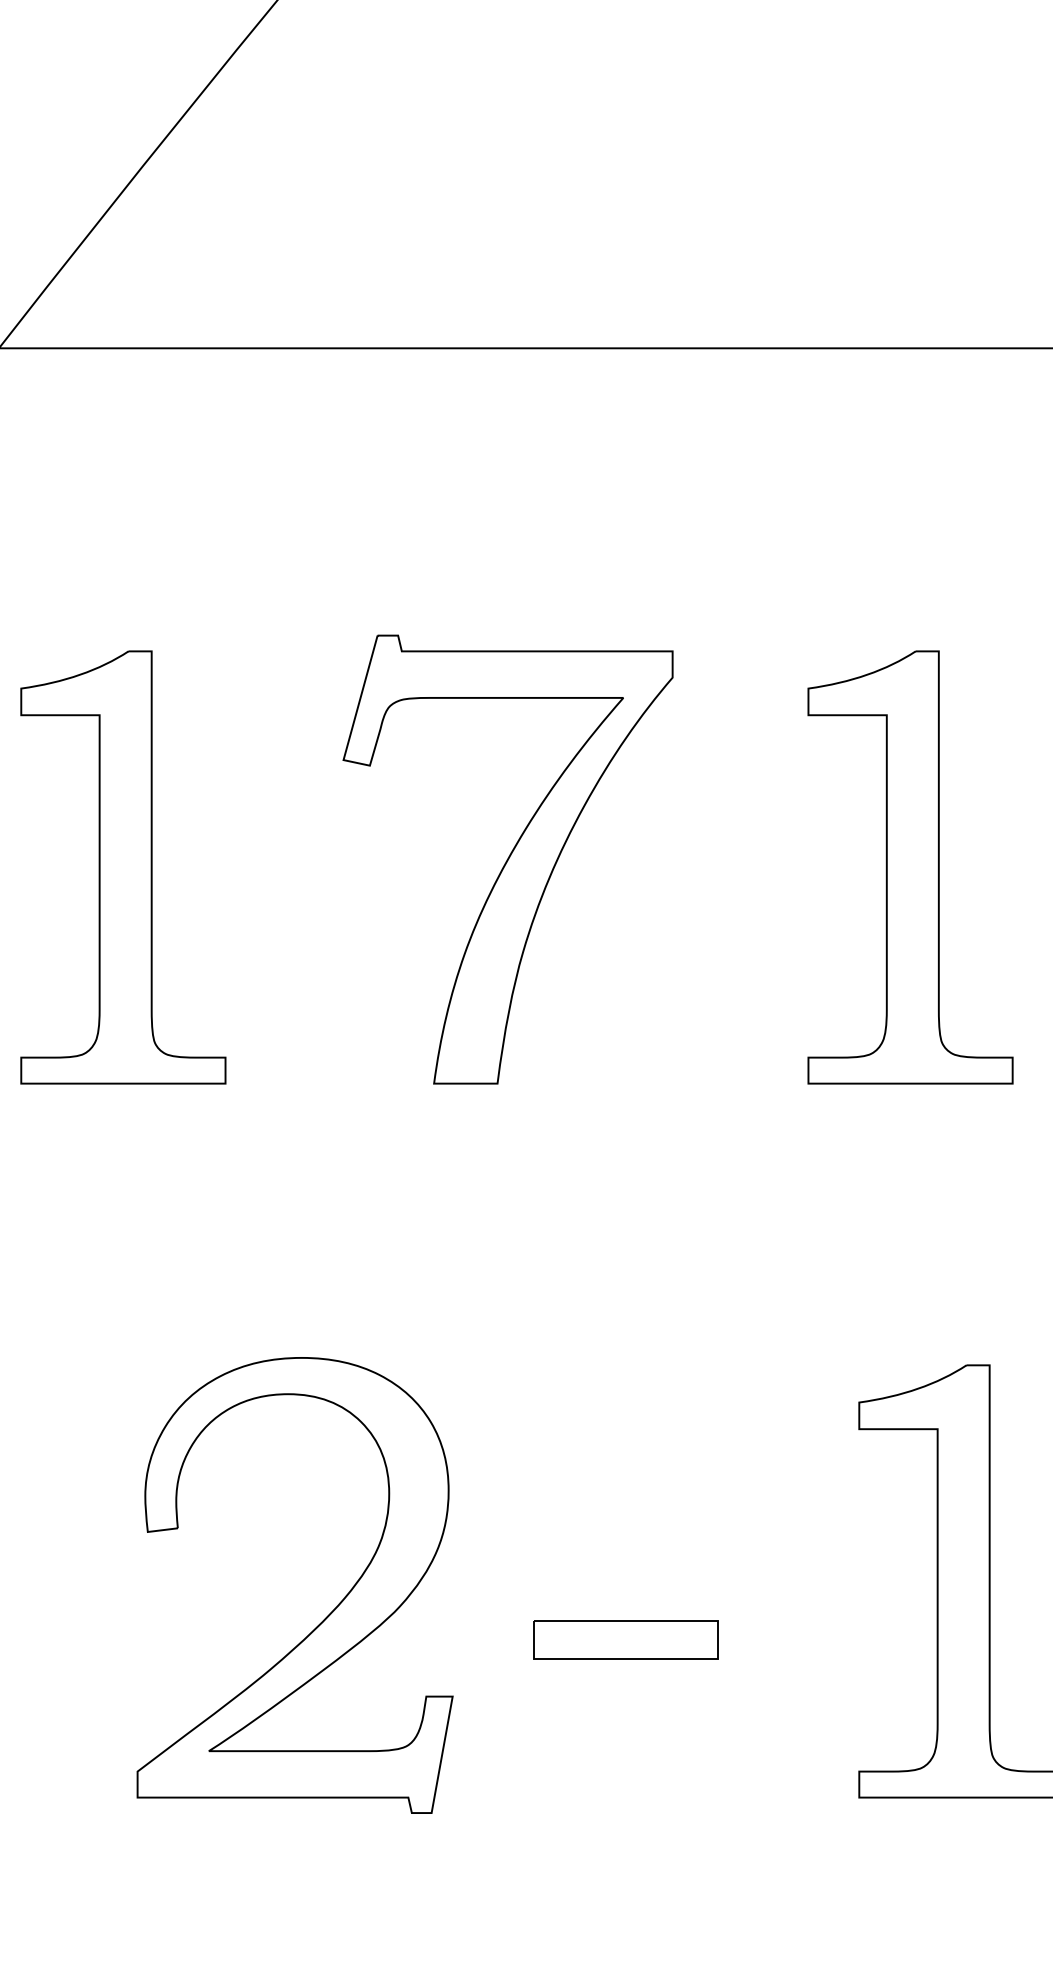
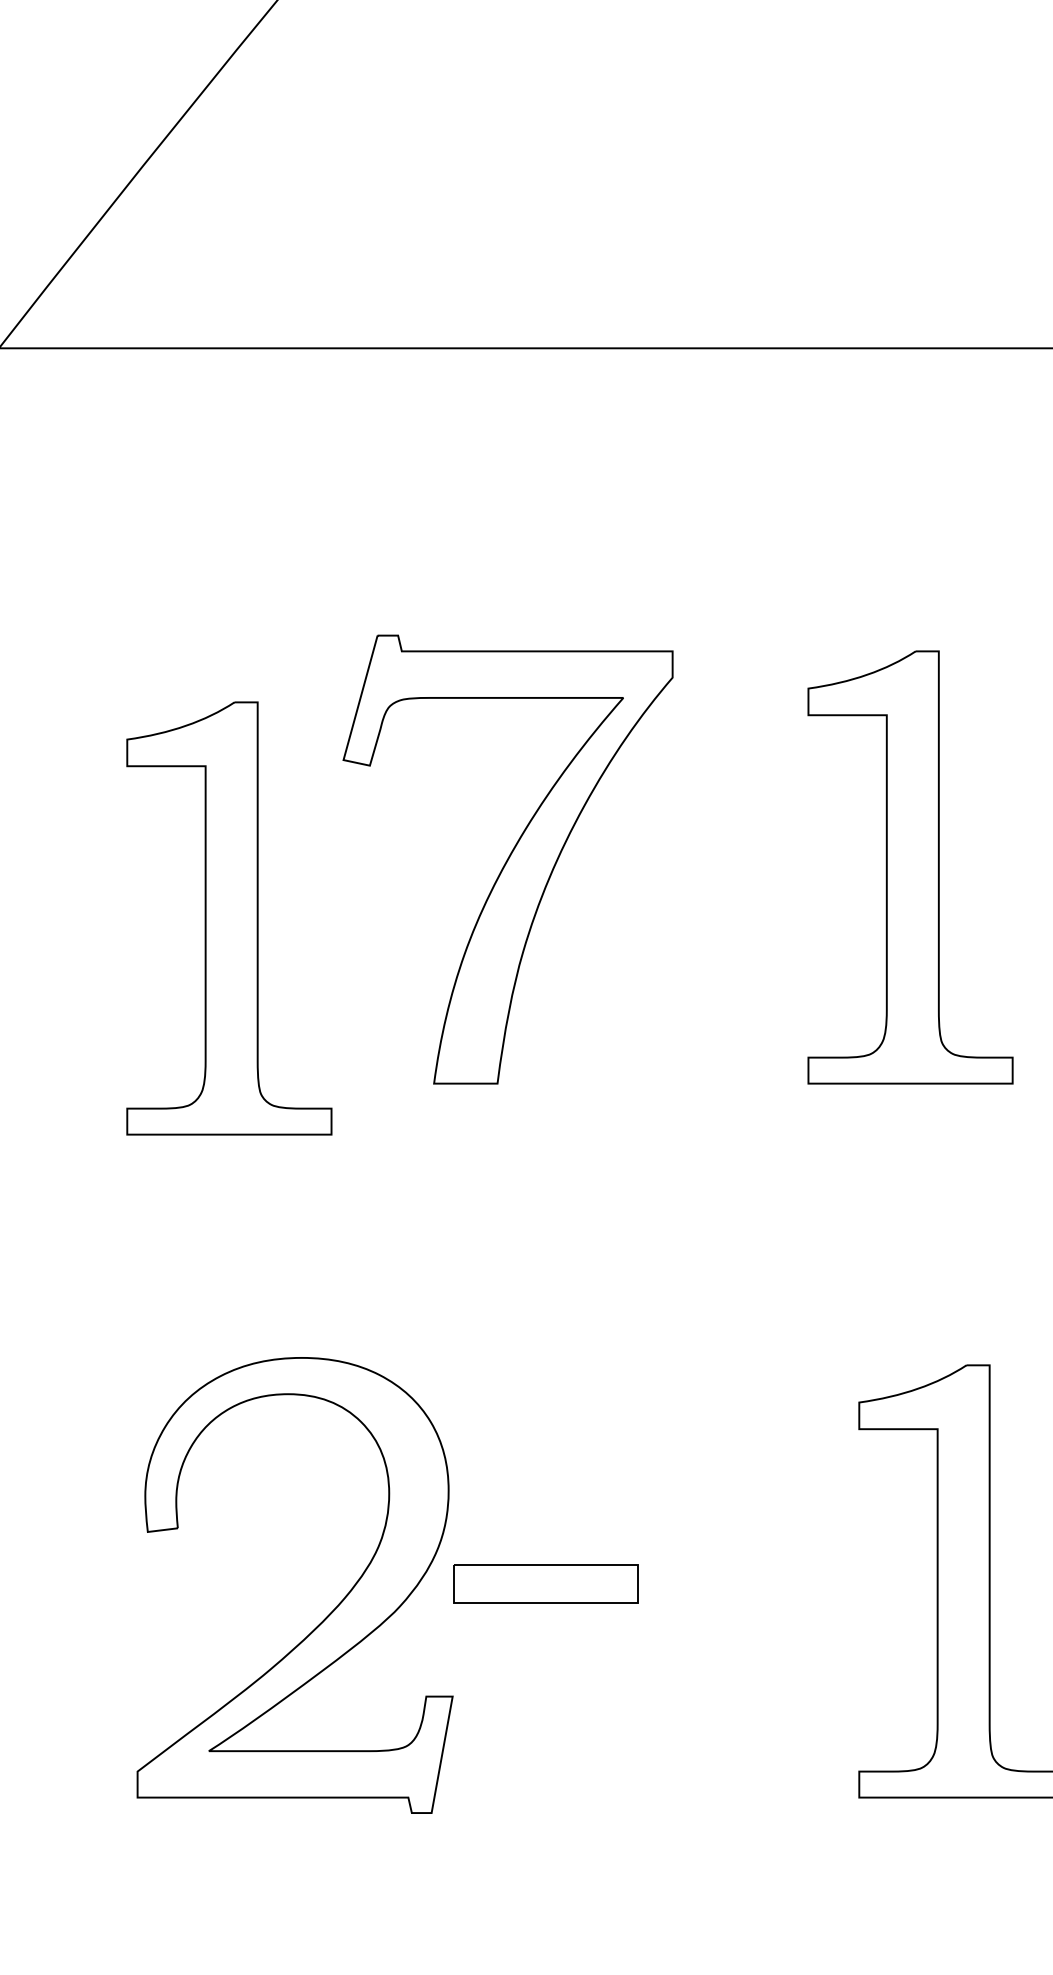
part at (123, 867) position: (123, 867) -> (229, 918)
part at (625, 1639) position: (625, 1639) -> (545, 1583)
